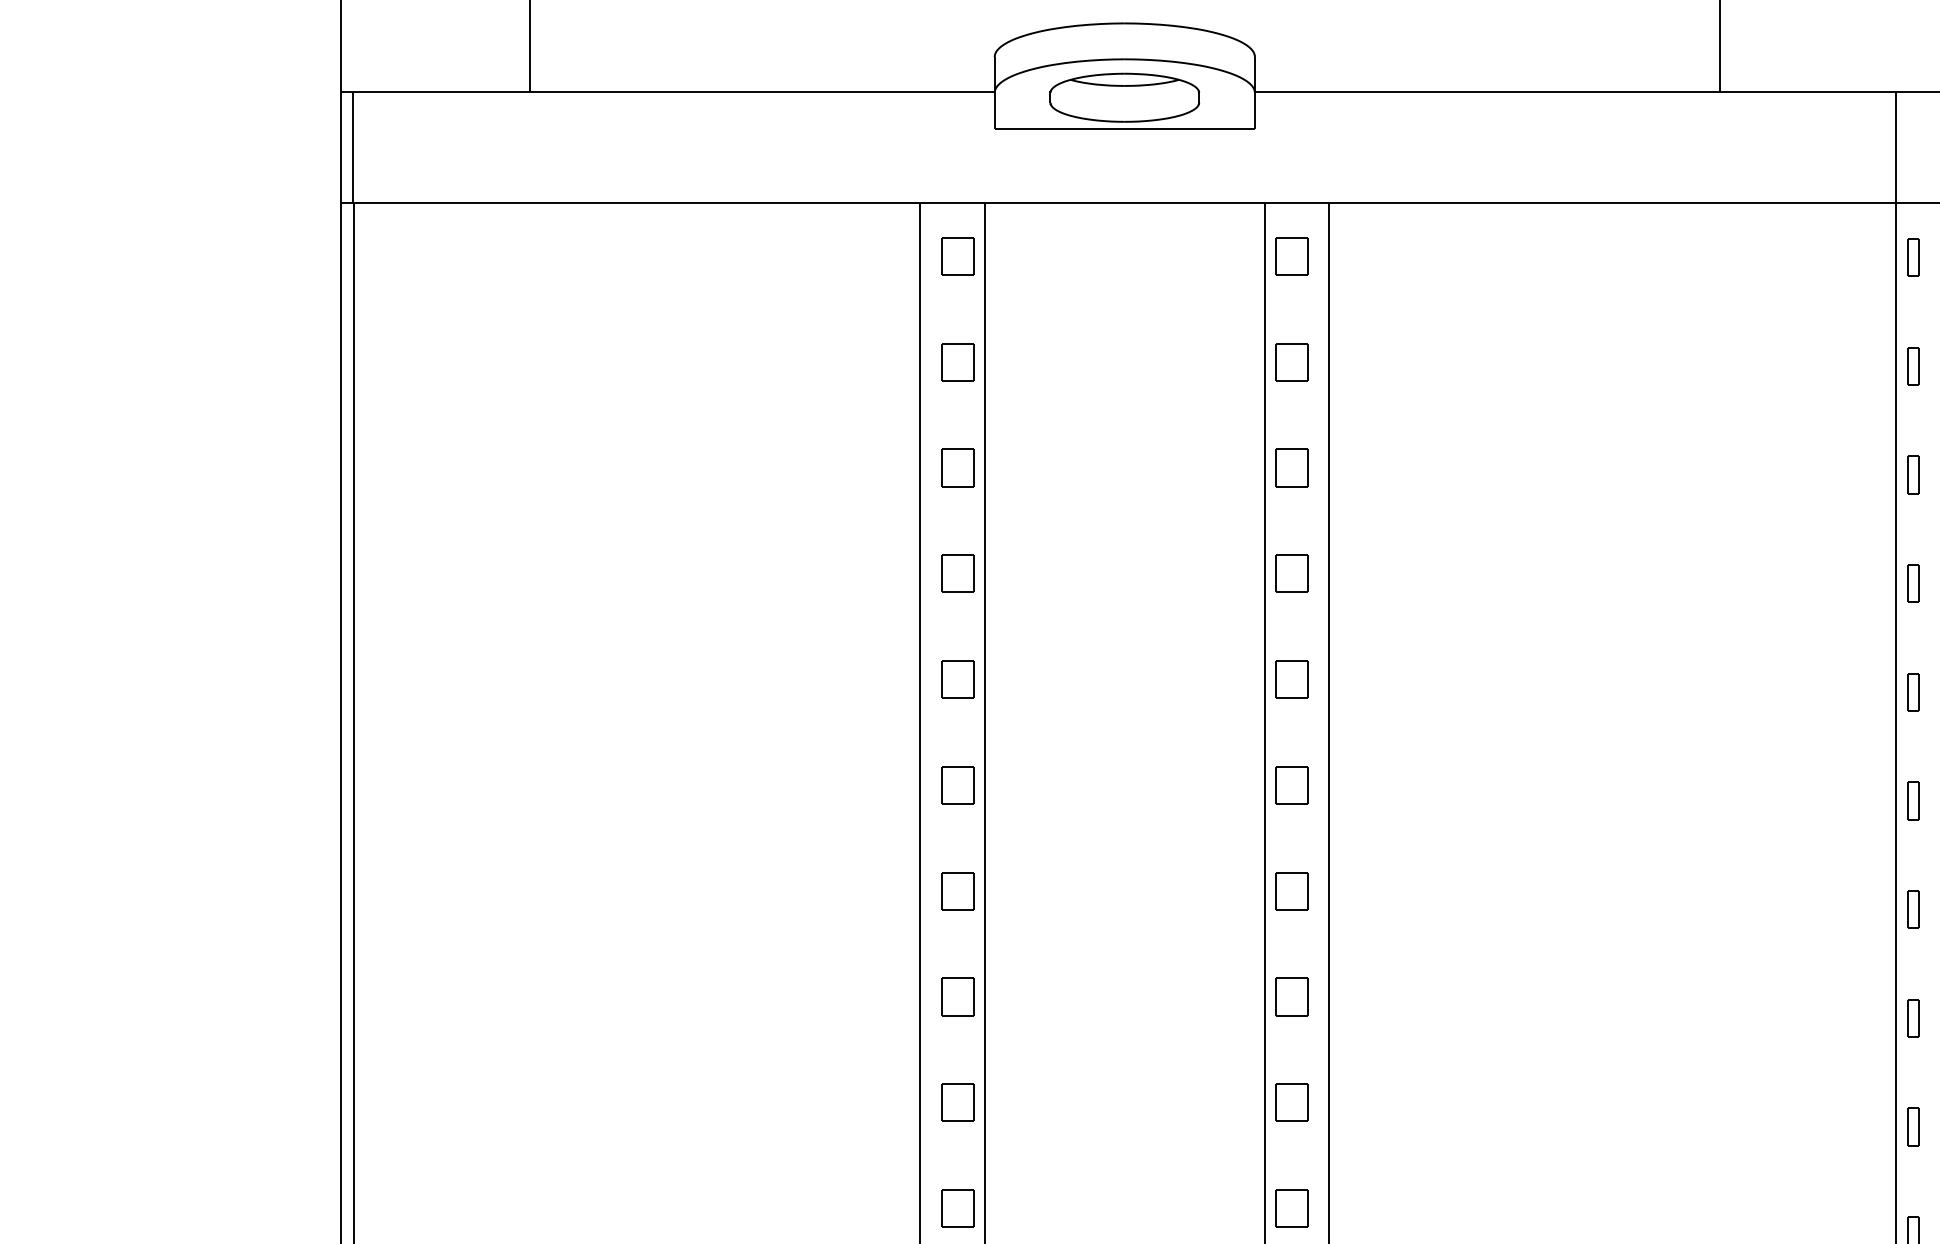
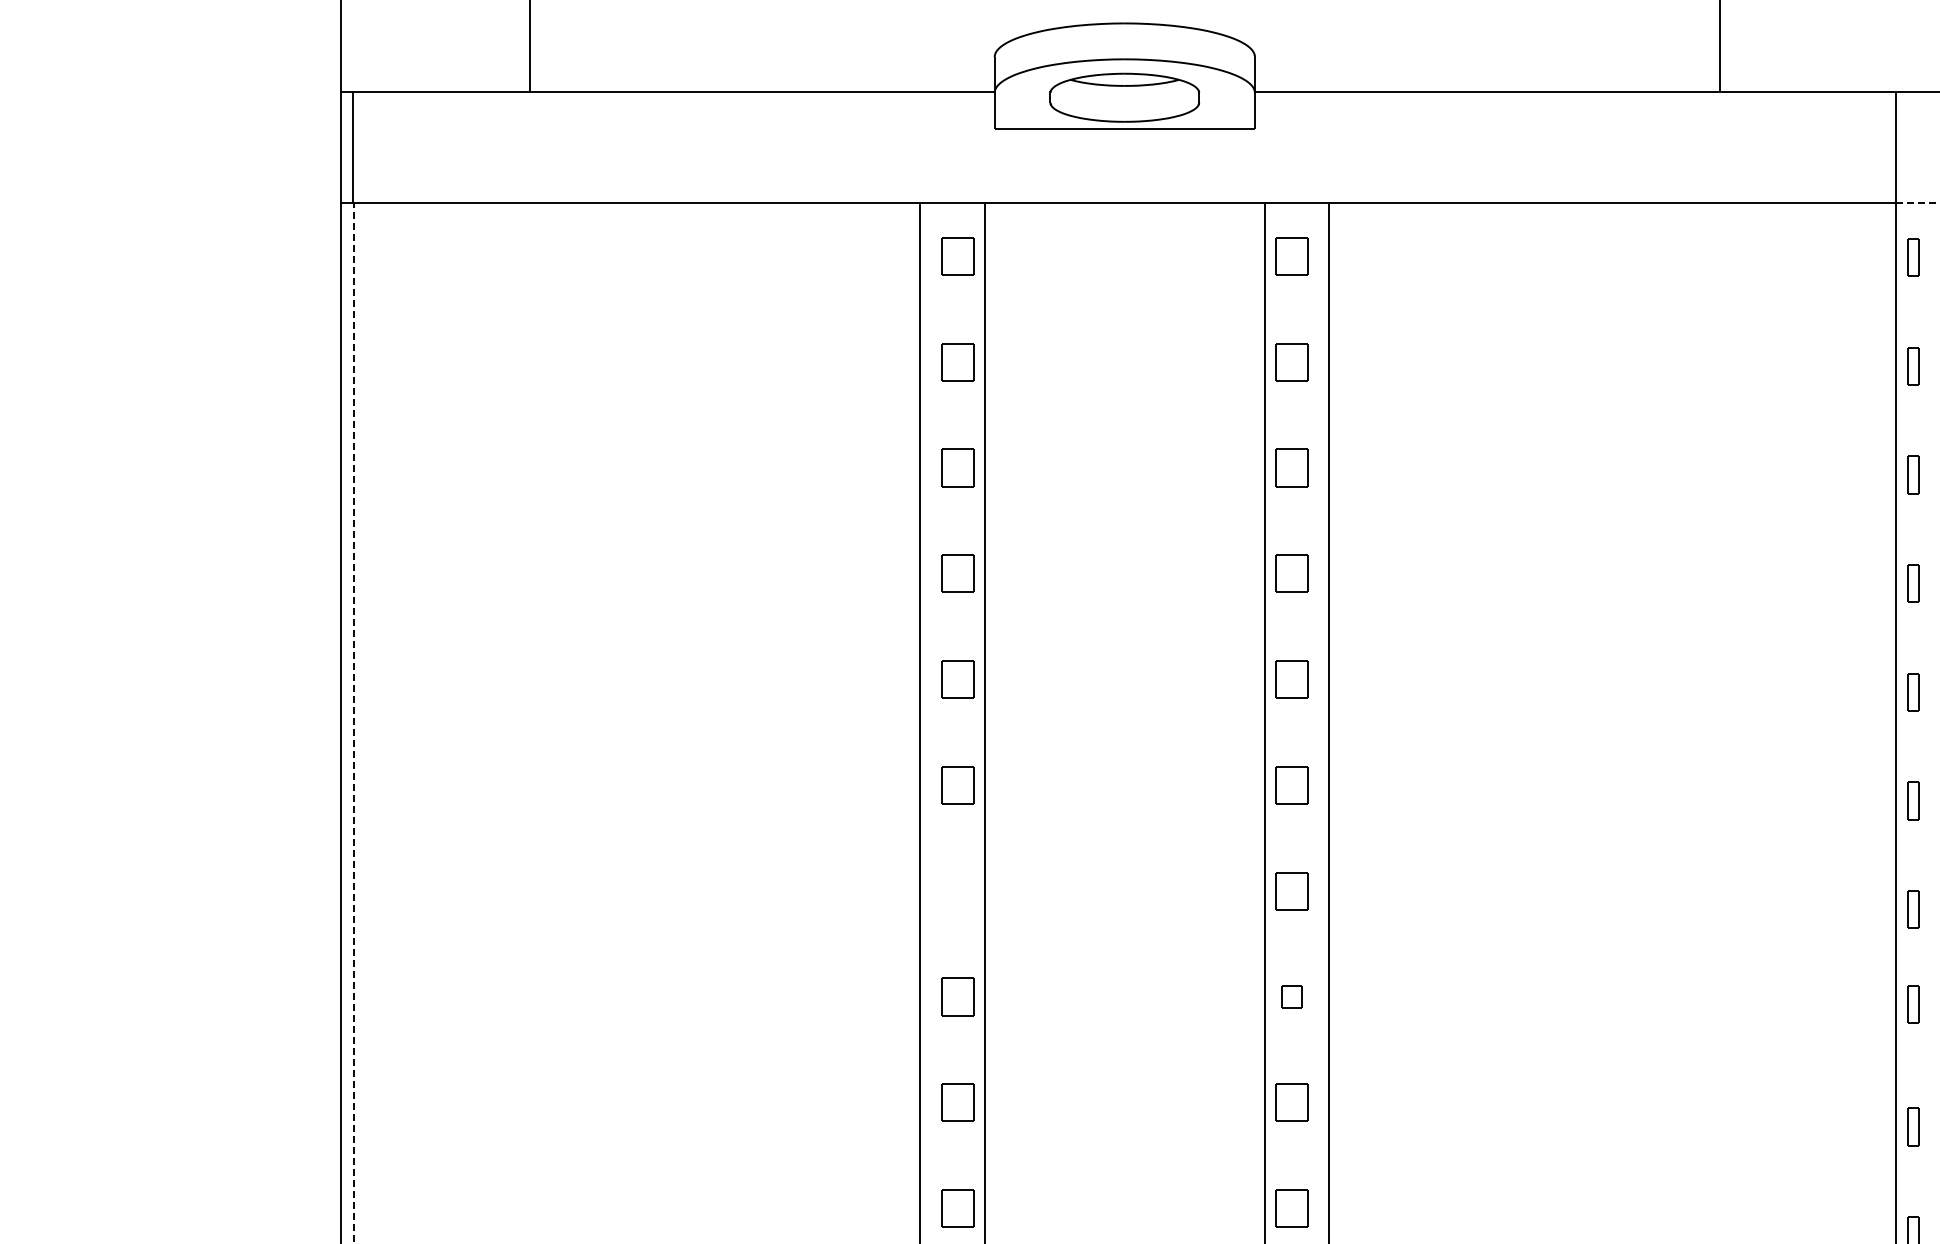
line at (1918, 203): solid -> dashed
line at (353, 723): solid -> dashed
part at (957, 891): present -> none
part at (1291, 996) size: 34x40 px -> 22x24 px
part at (1913, 1018) position: (1913, 1018) -> (1913, 1004)
